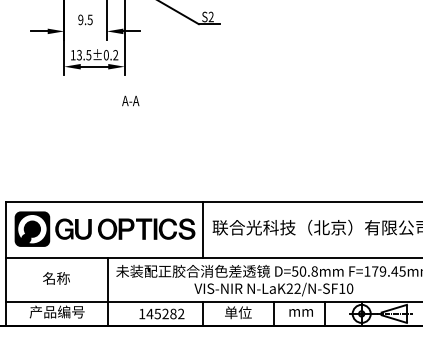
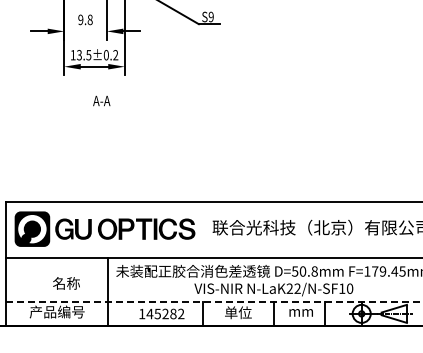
text at (210, 17): S2 -> S9
text at (89, 19): 9.5 -> 9.8
text at (130, 100) position: (130, 100) -> (101, 100)
line at (202, 230): present -> none
text at (56, 278) position: (56, 278) -> (66, 283)
line at (215, 301): solid -> dashed
